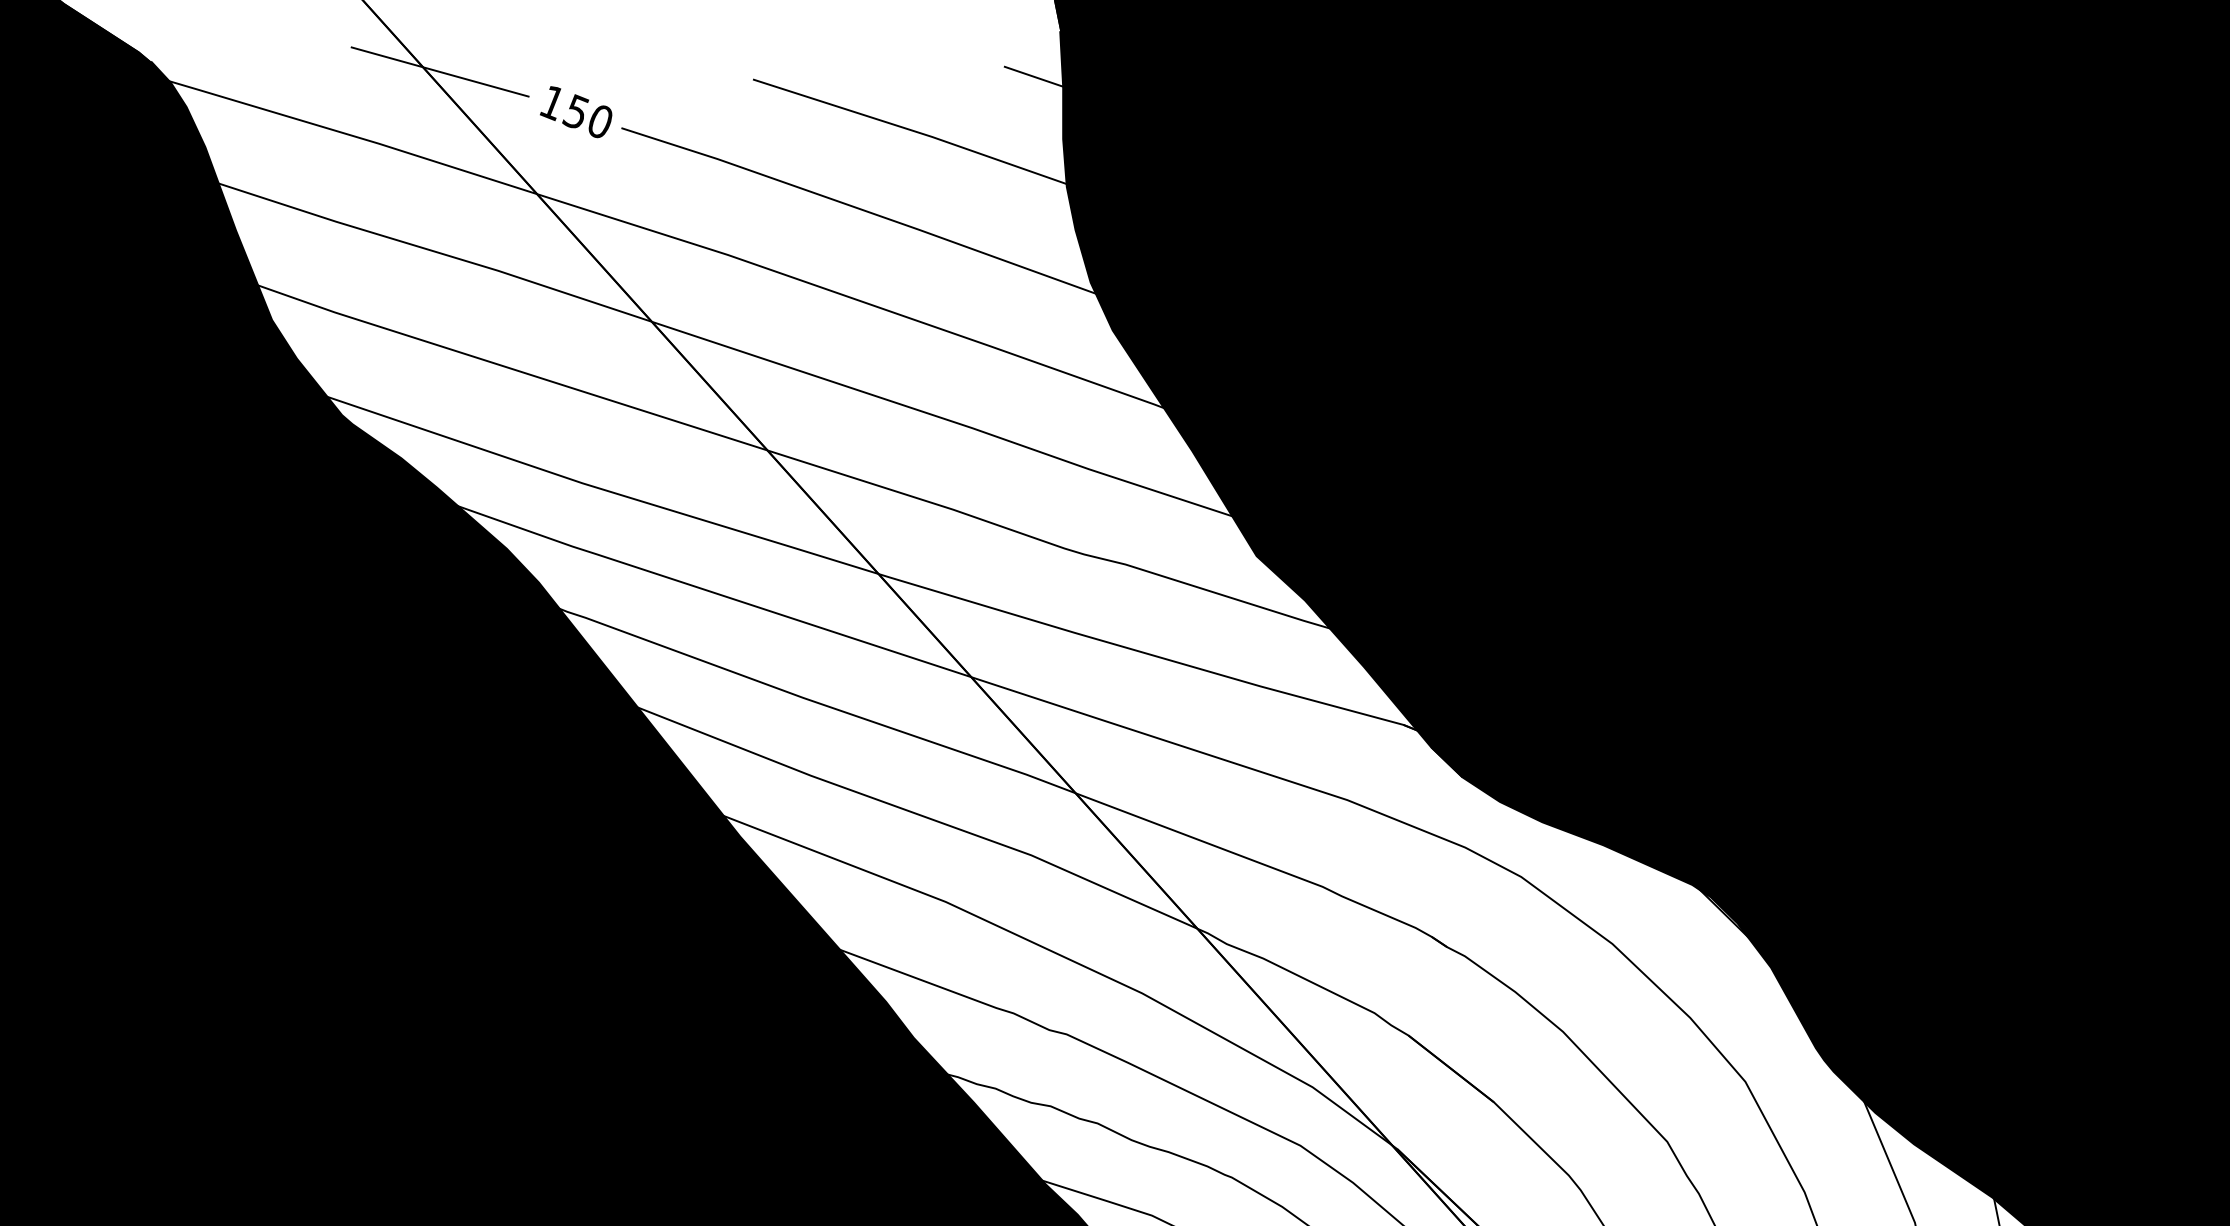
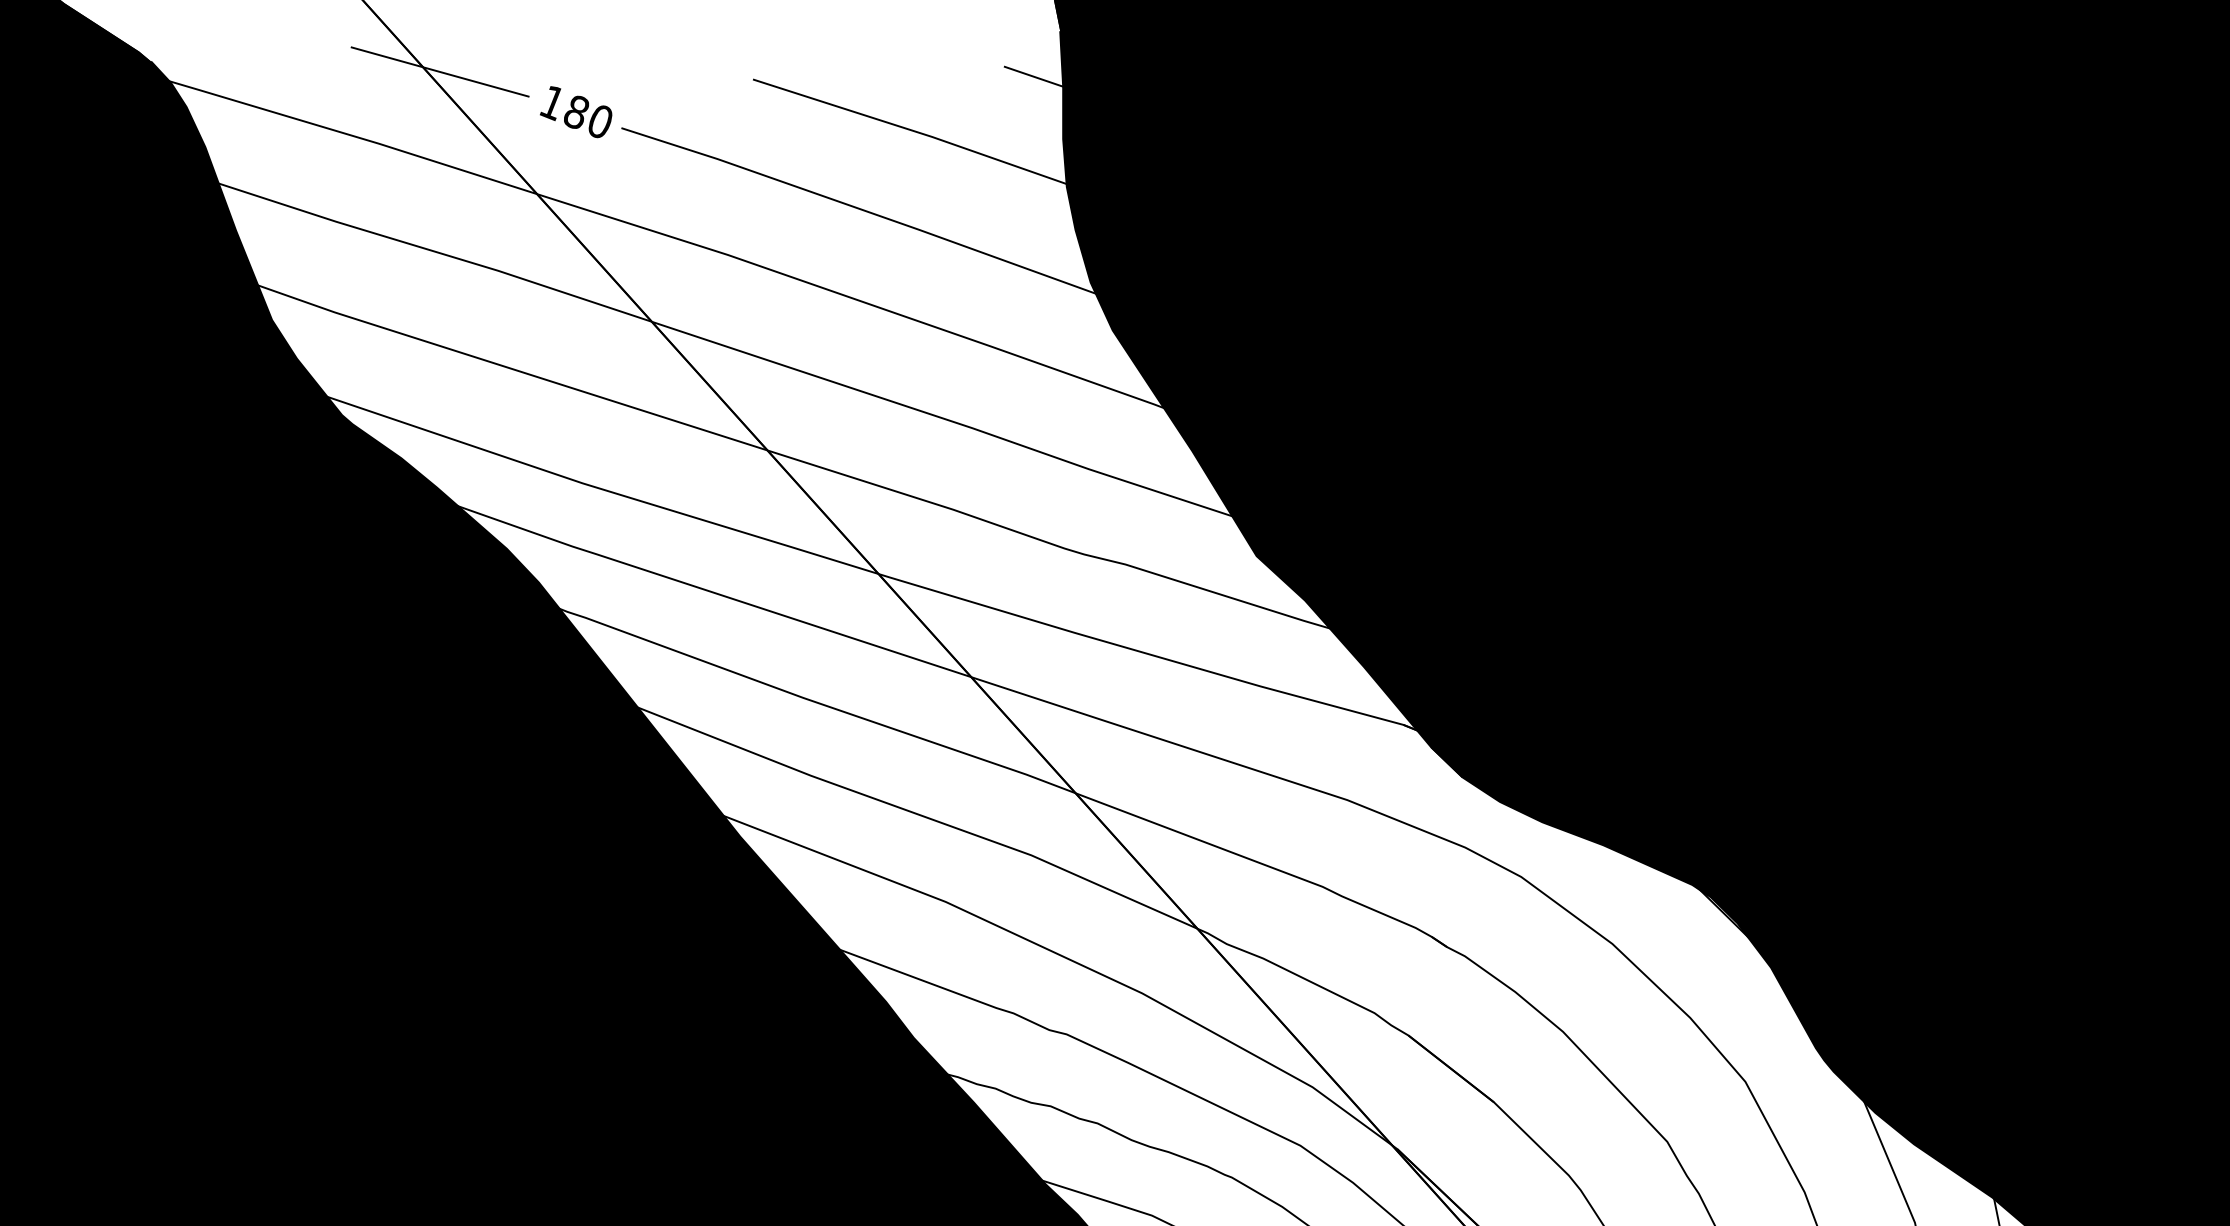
text at (575, 111): 150 -> 180
